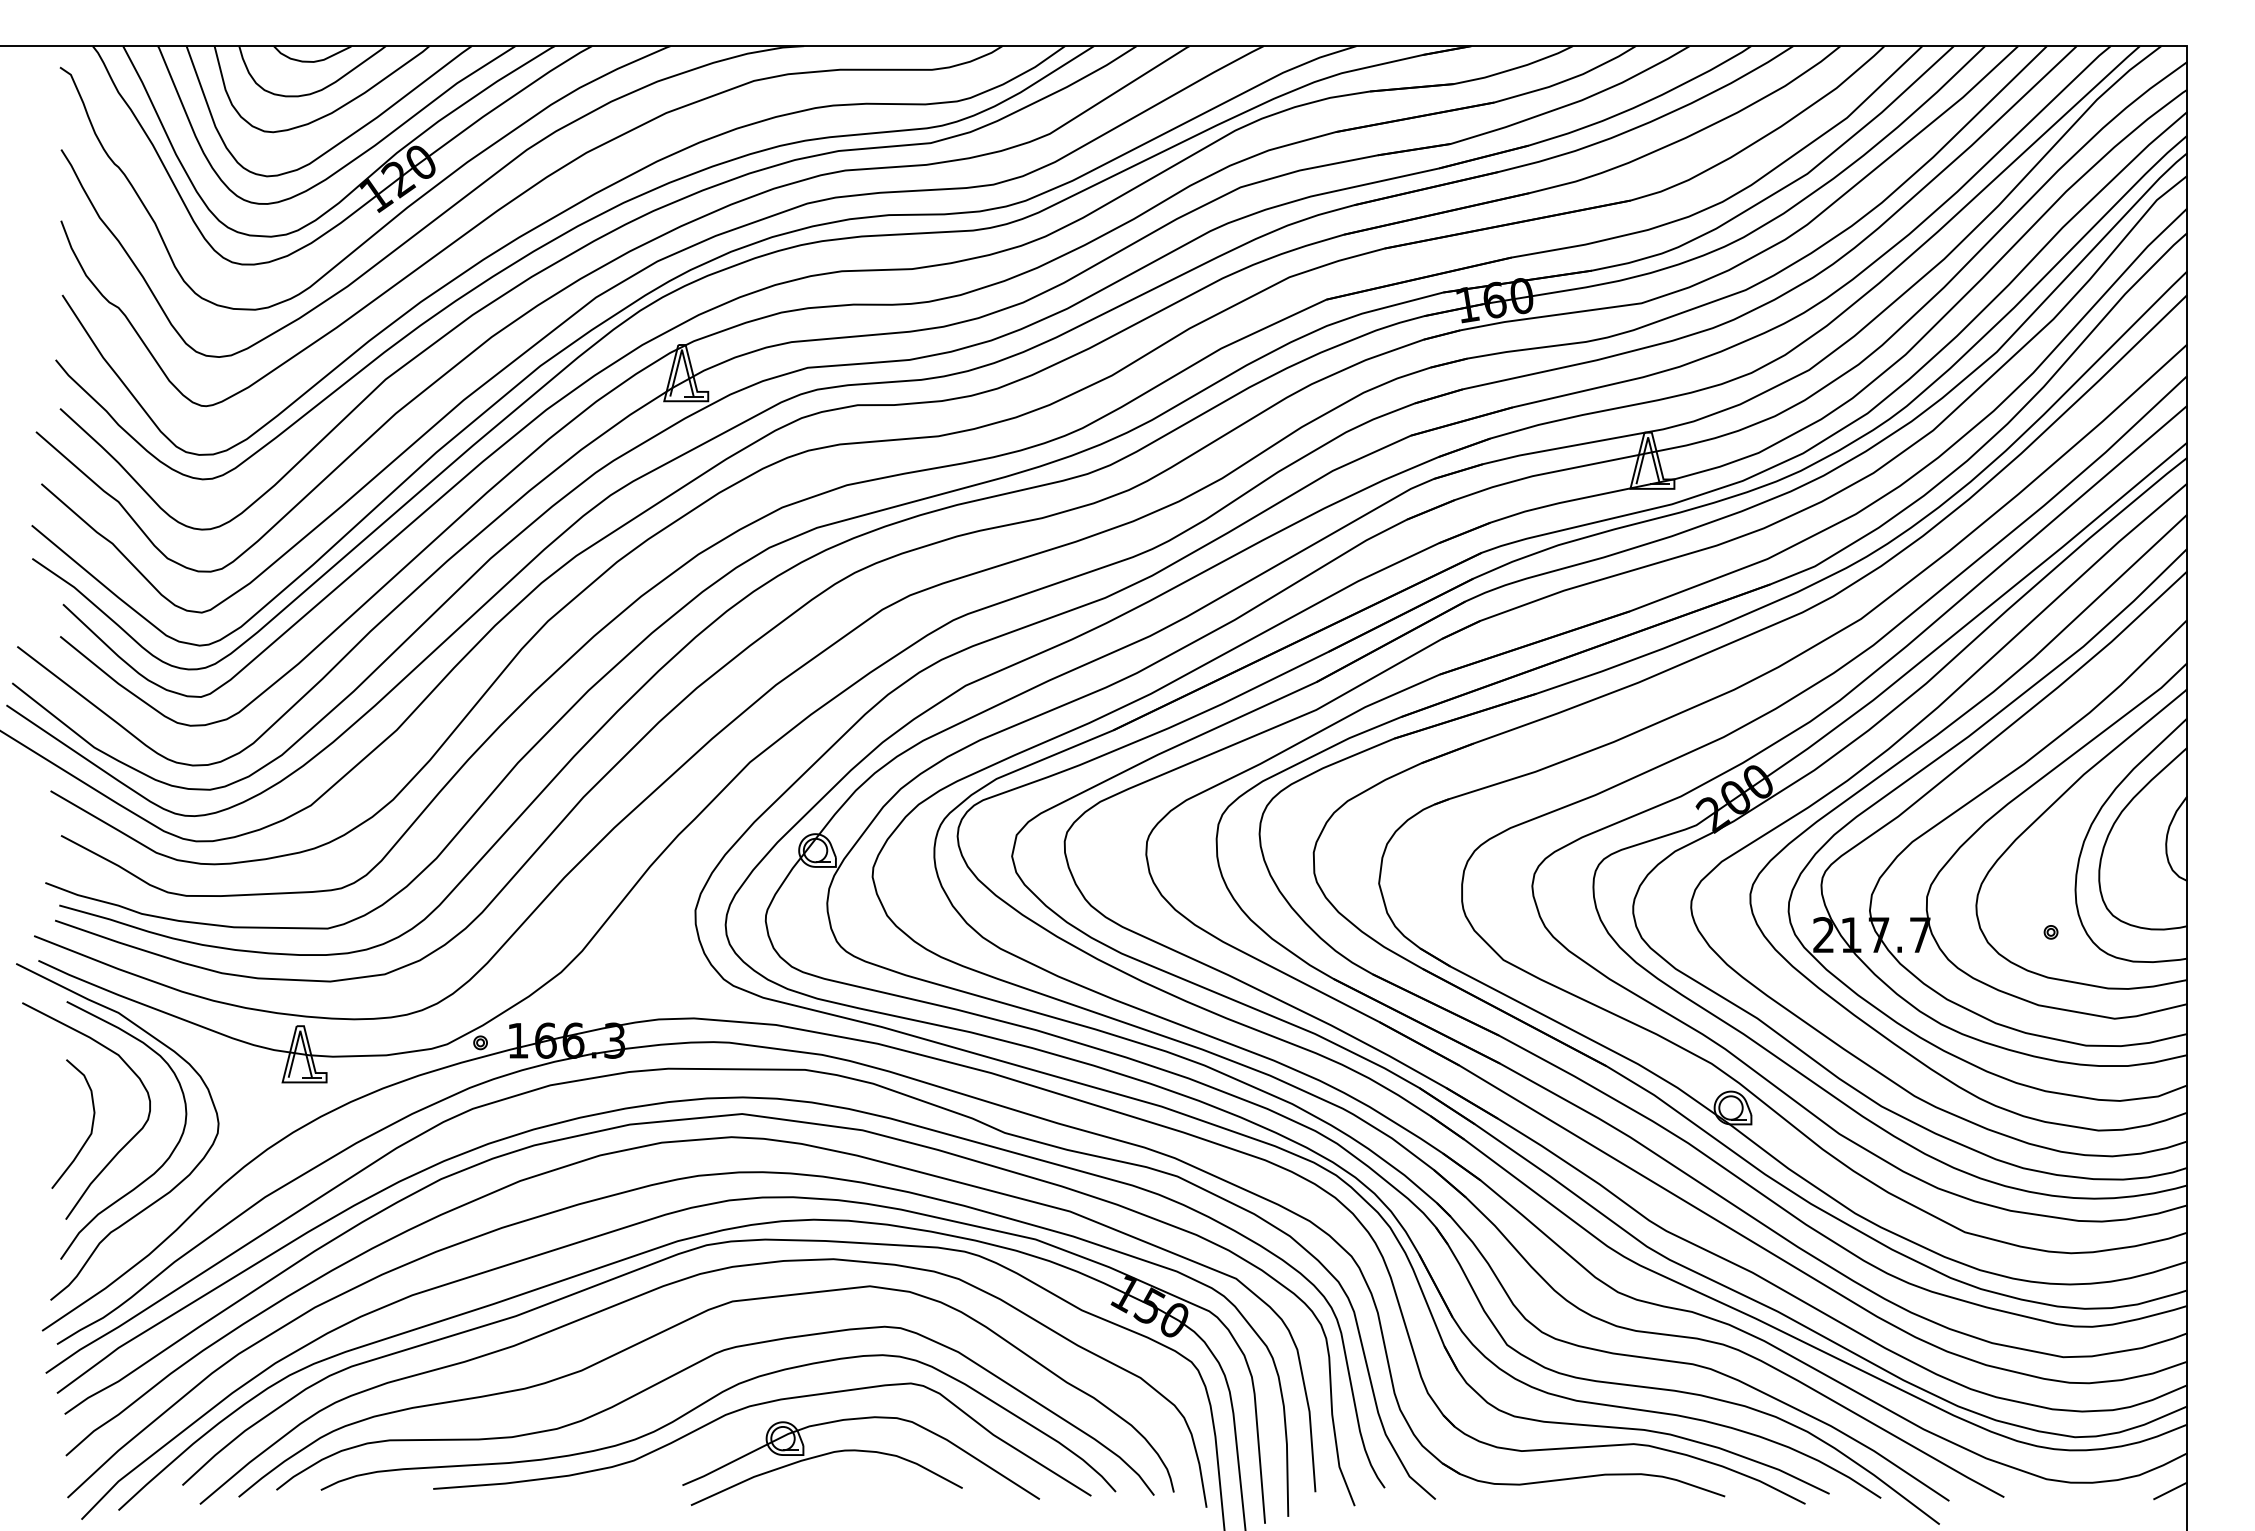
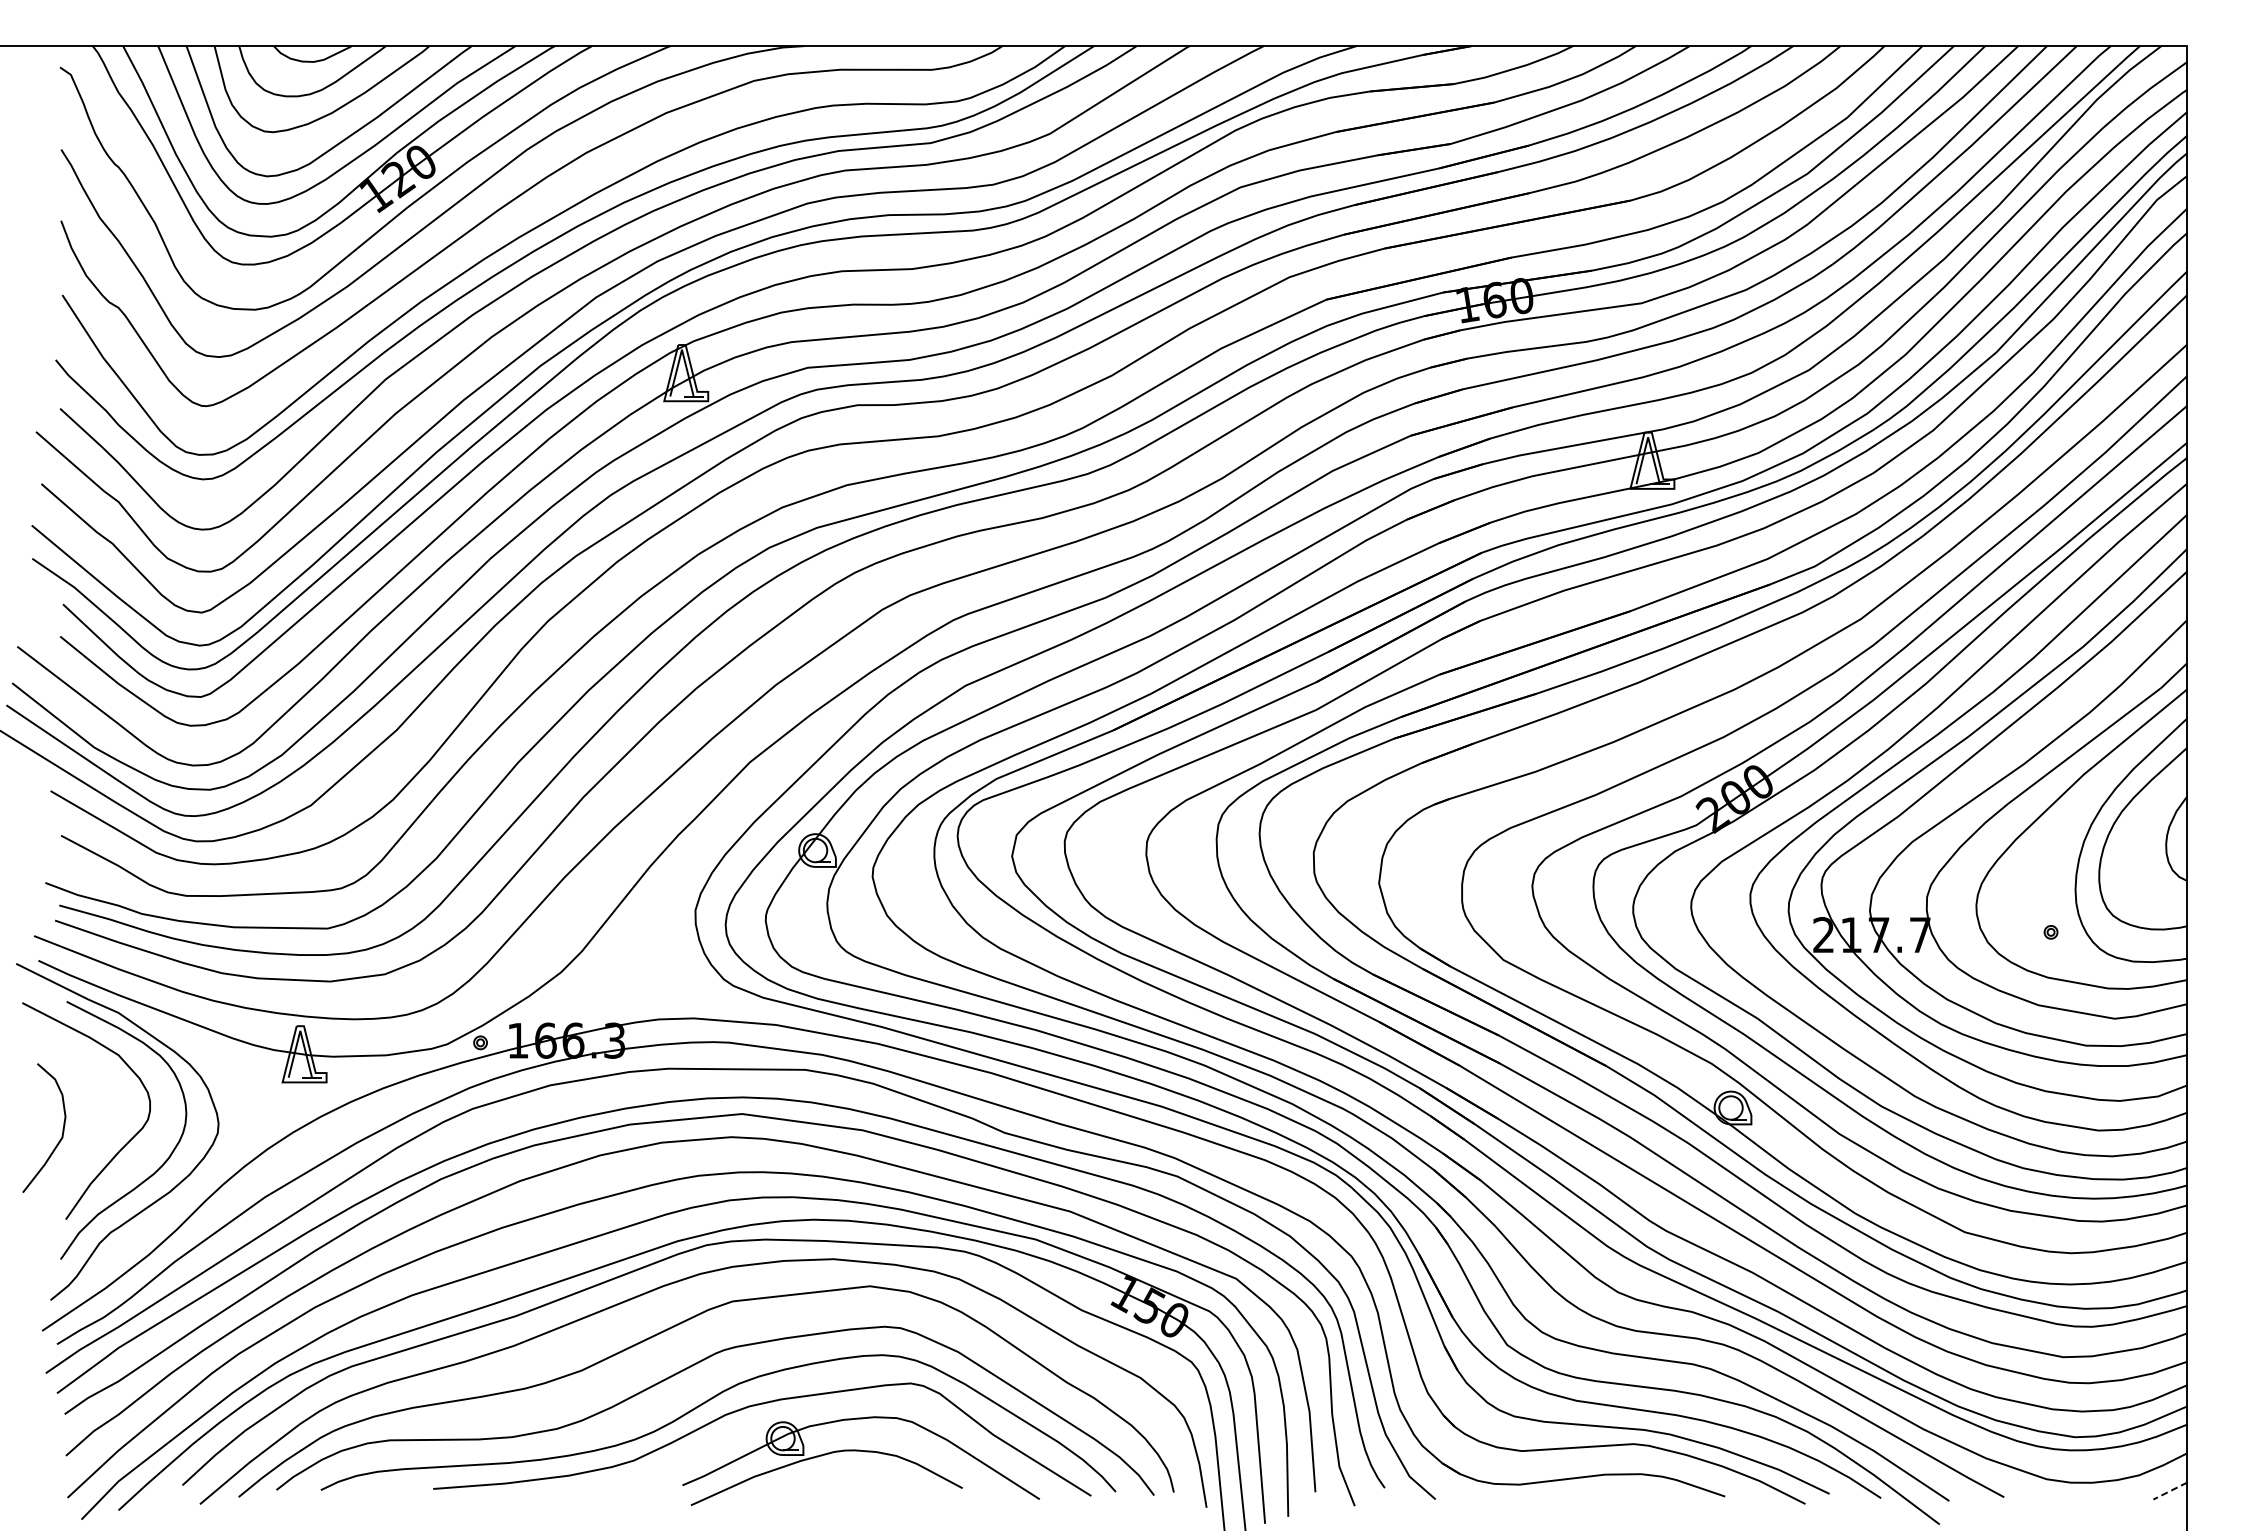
curve at (91, 1124) position: (91, 1124) -> (62, 1128)
line at (2170, 1491): solid -> dashed
